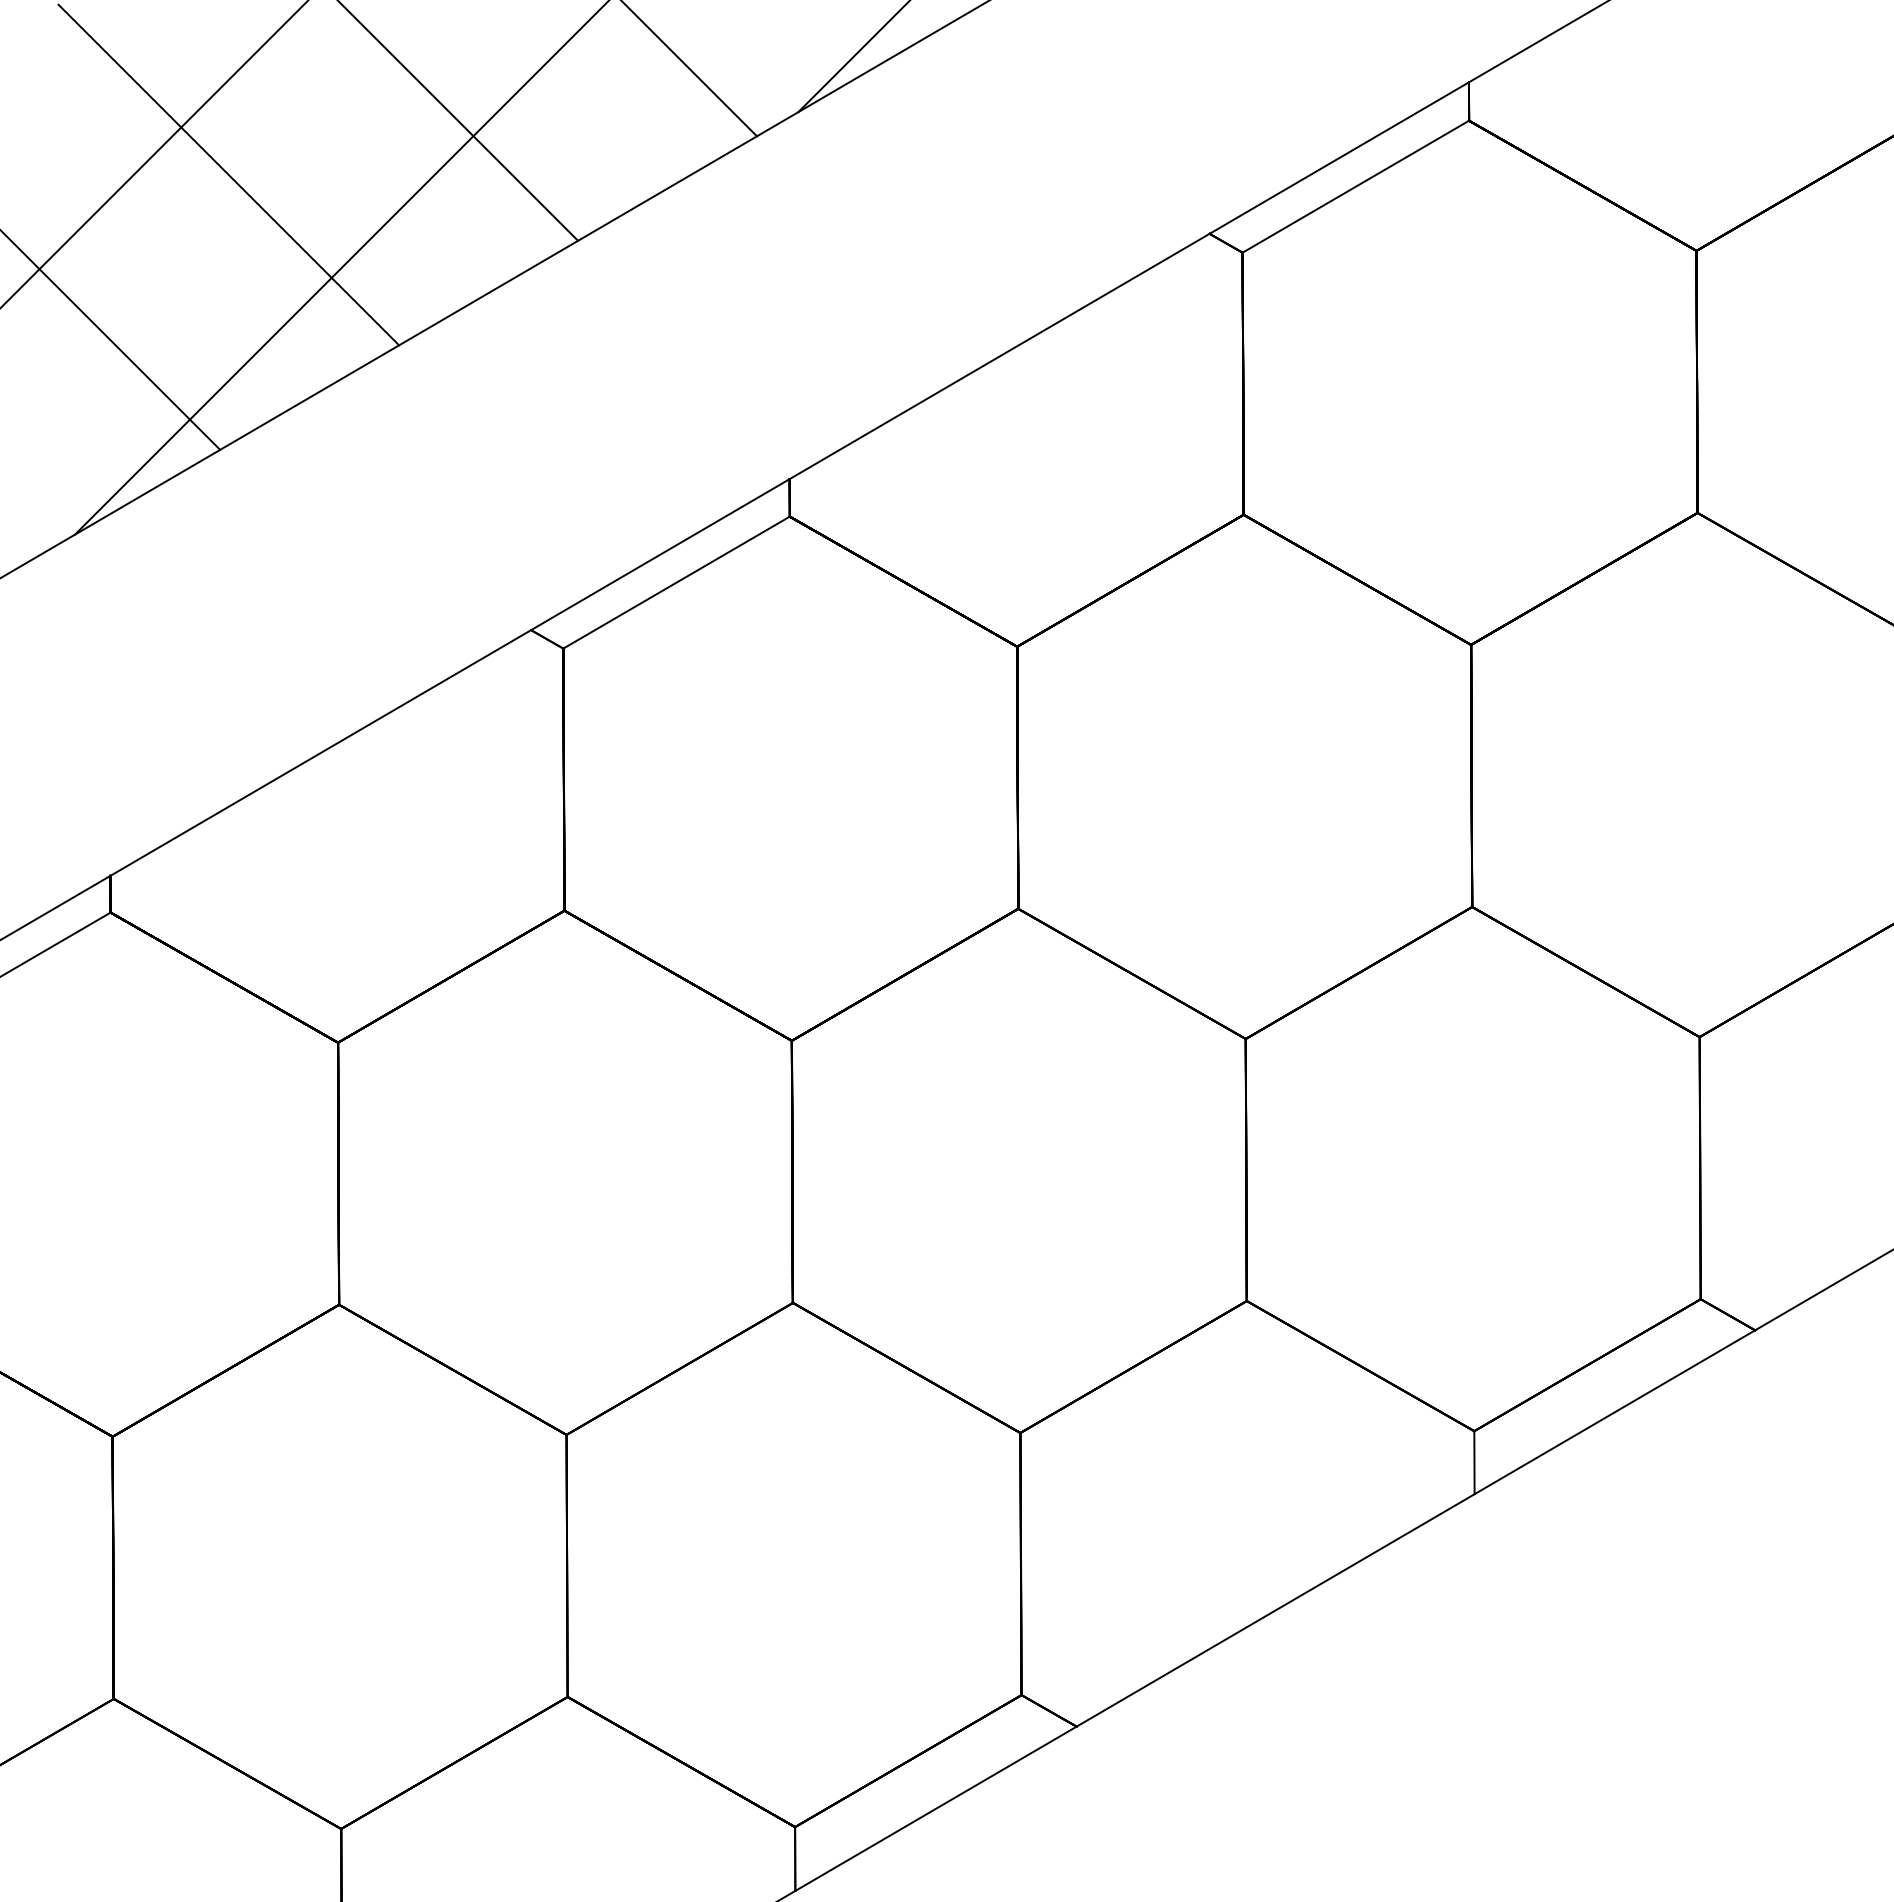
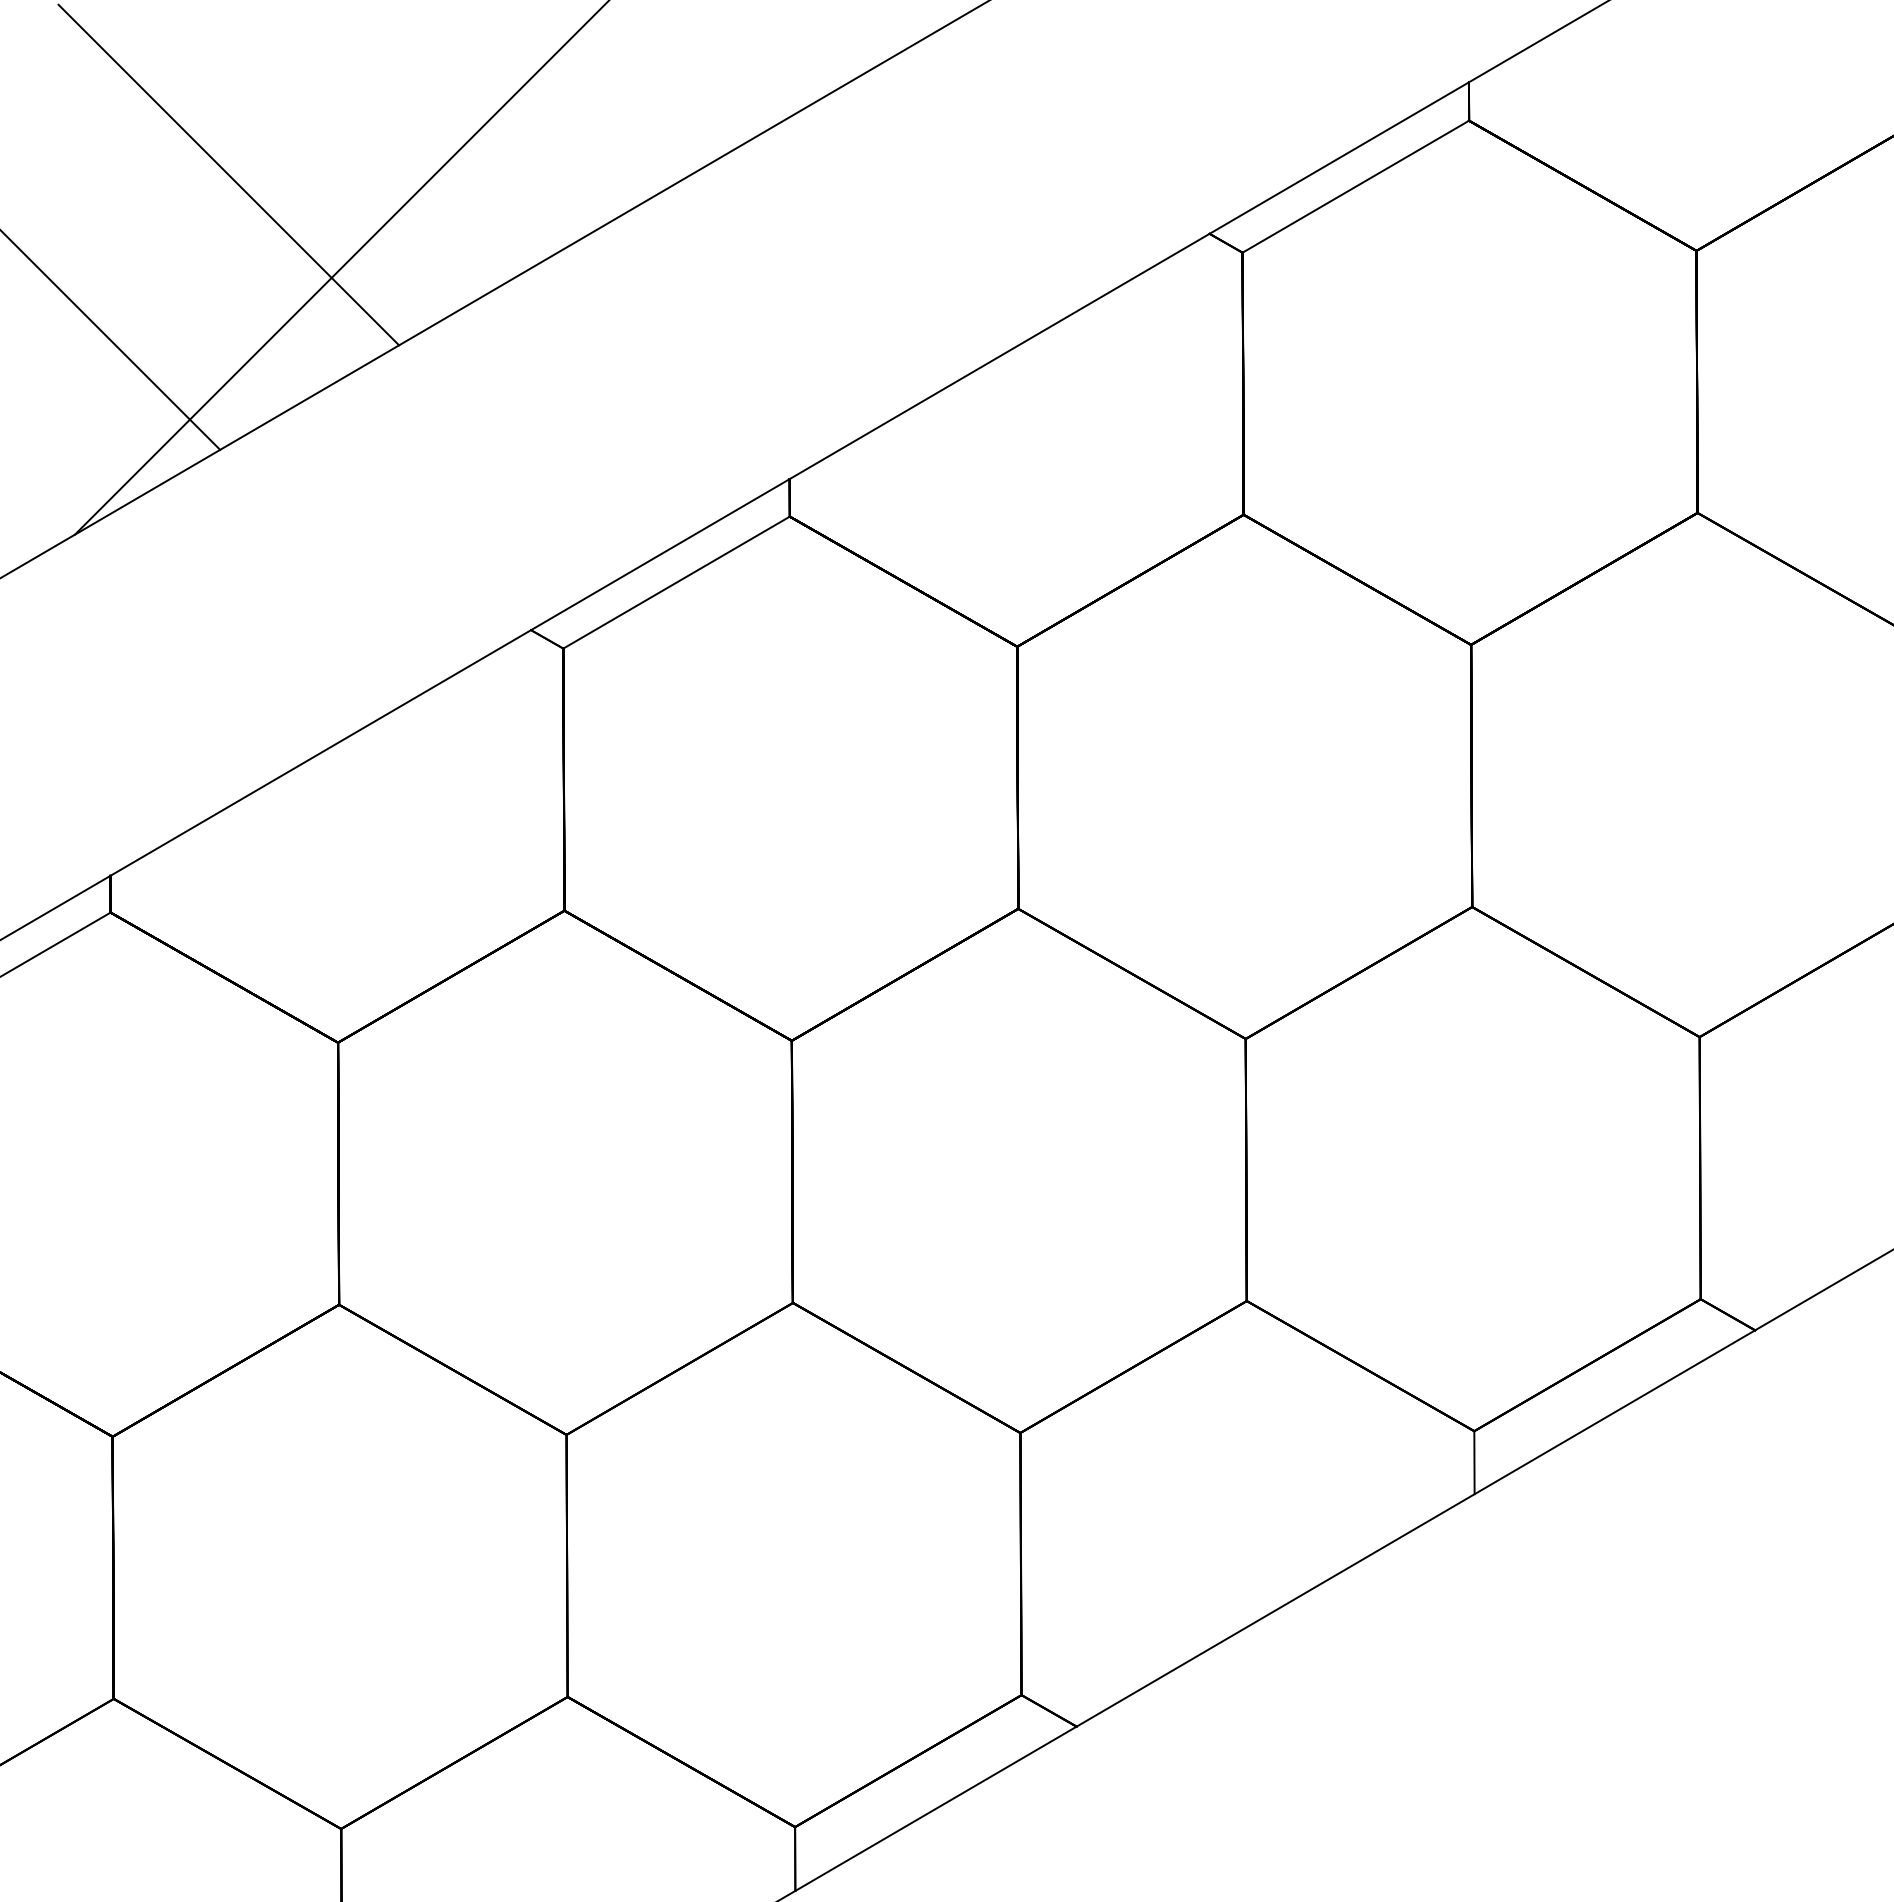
line at (852, 57): present -> none
line at (690, 69): present -> none
line at (458, 121): present -> none
line at (154, 154): present -> none
